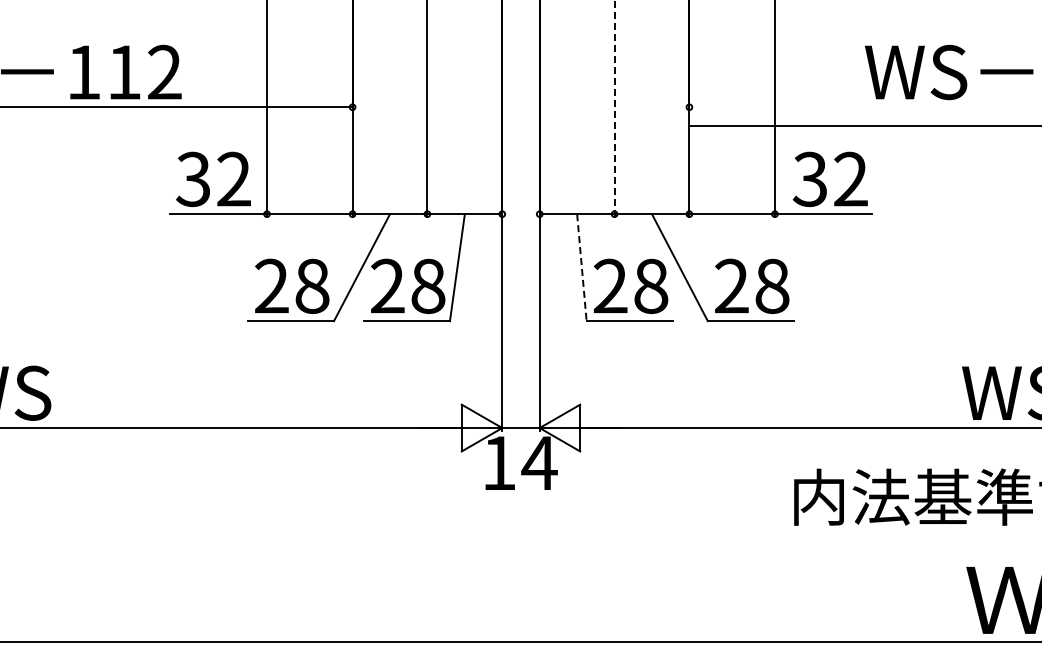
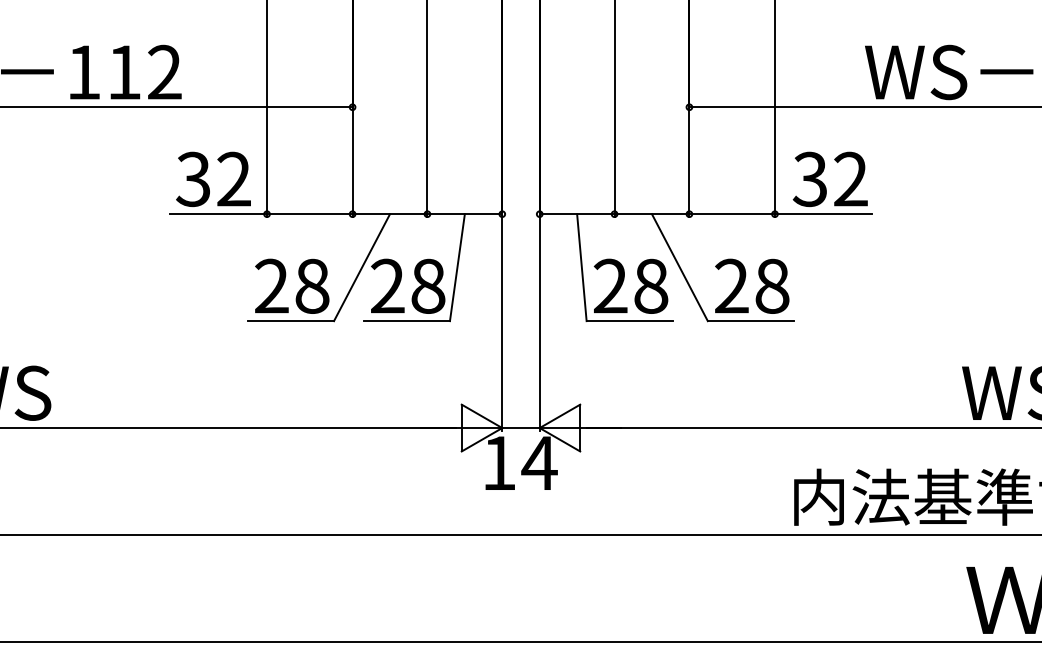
line at (614, 108): dashed -> solid
line at (863, 126) position: (863, 126) -> (863, 107)
line at (581, 267): dashed -> solid
line at (520, 534): none -> present
